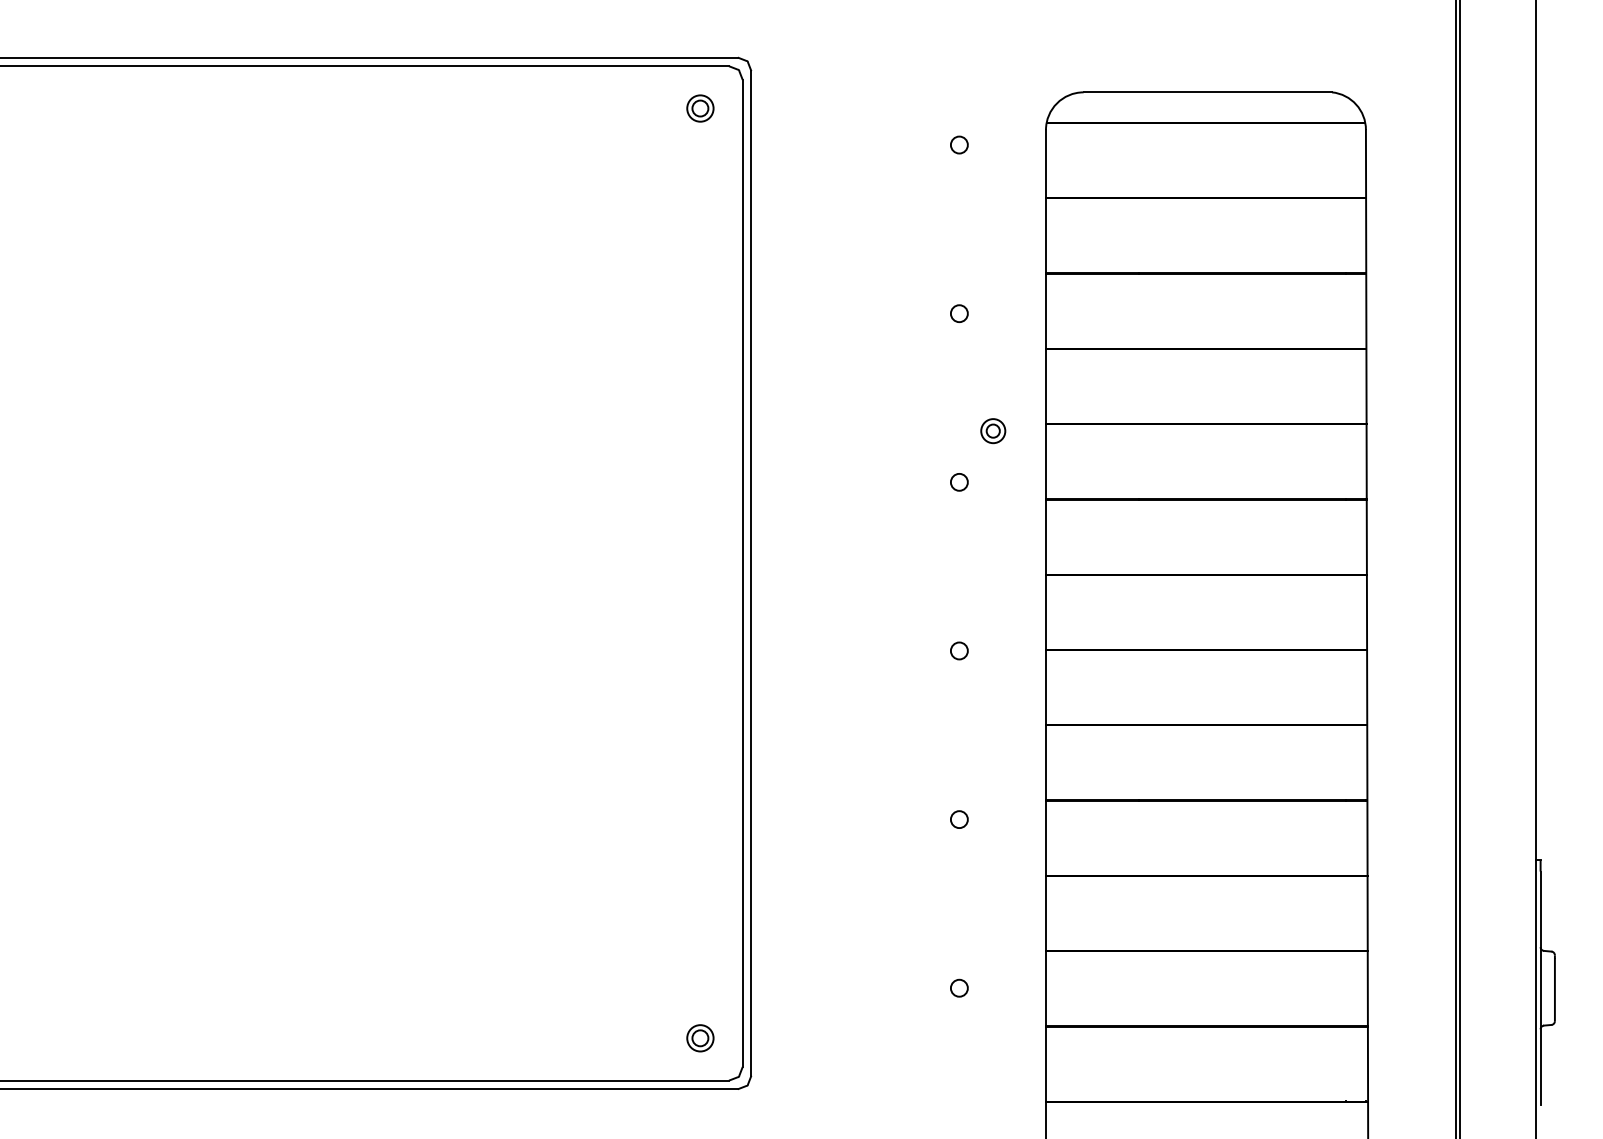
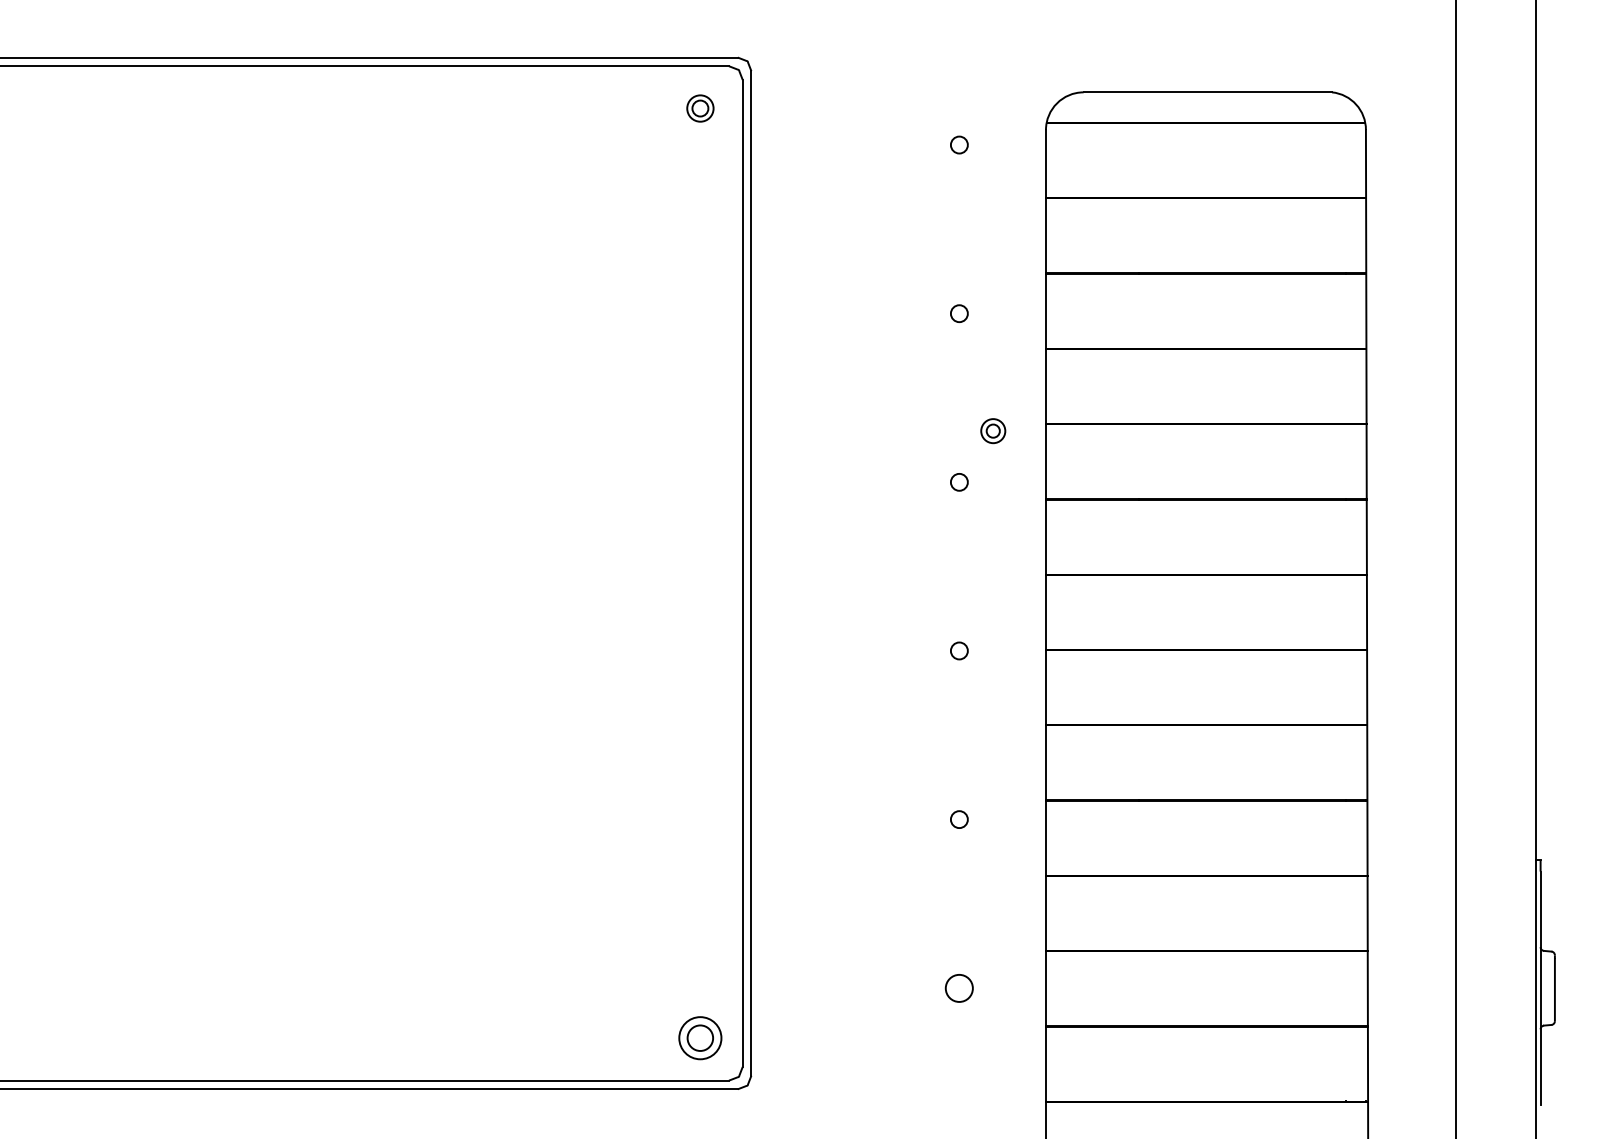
line at (1460, 568): present -> none
circle at (959, 987) size: 19x20 px -> 30x29 px
part at (700, 1038) size: 29x29 px -> 45x45 px
